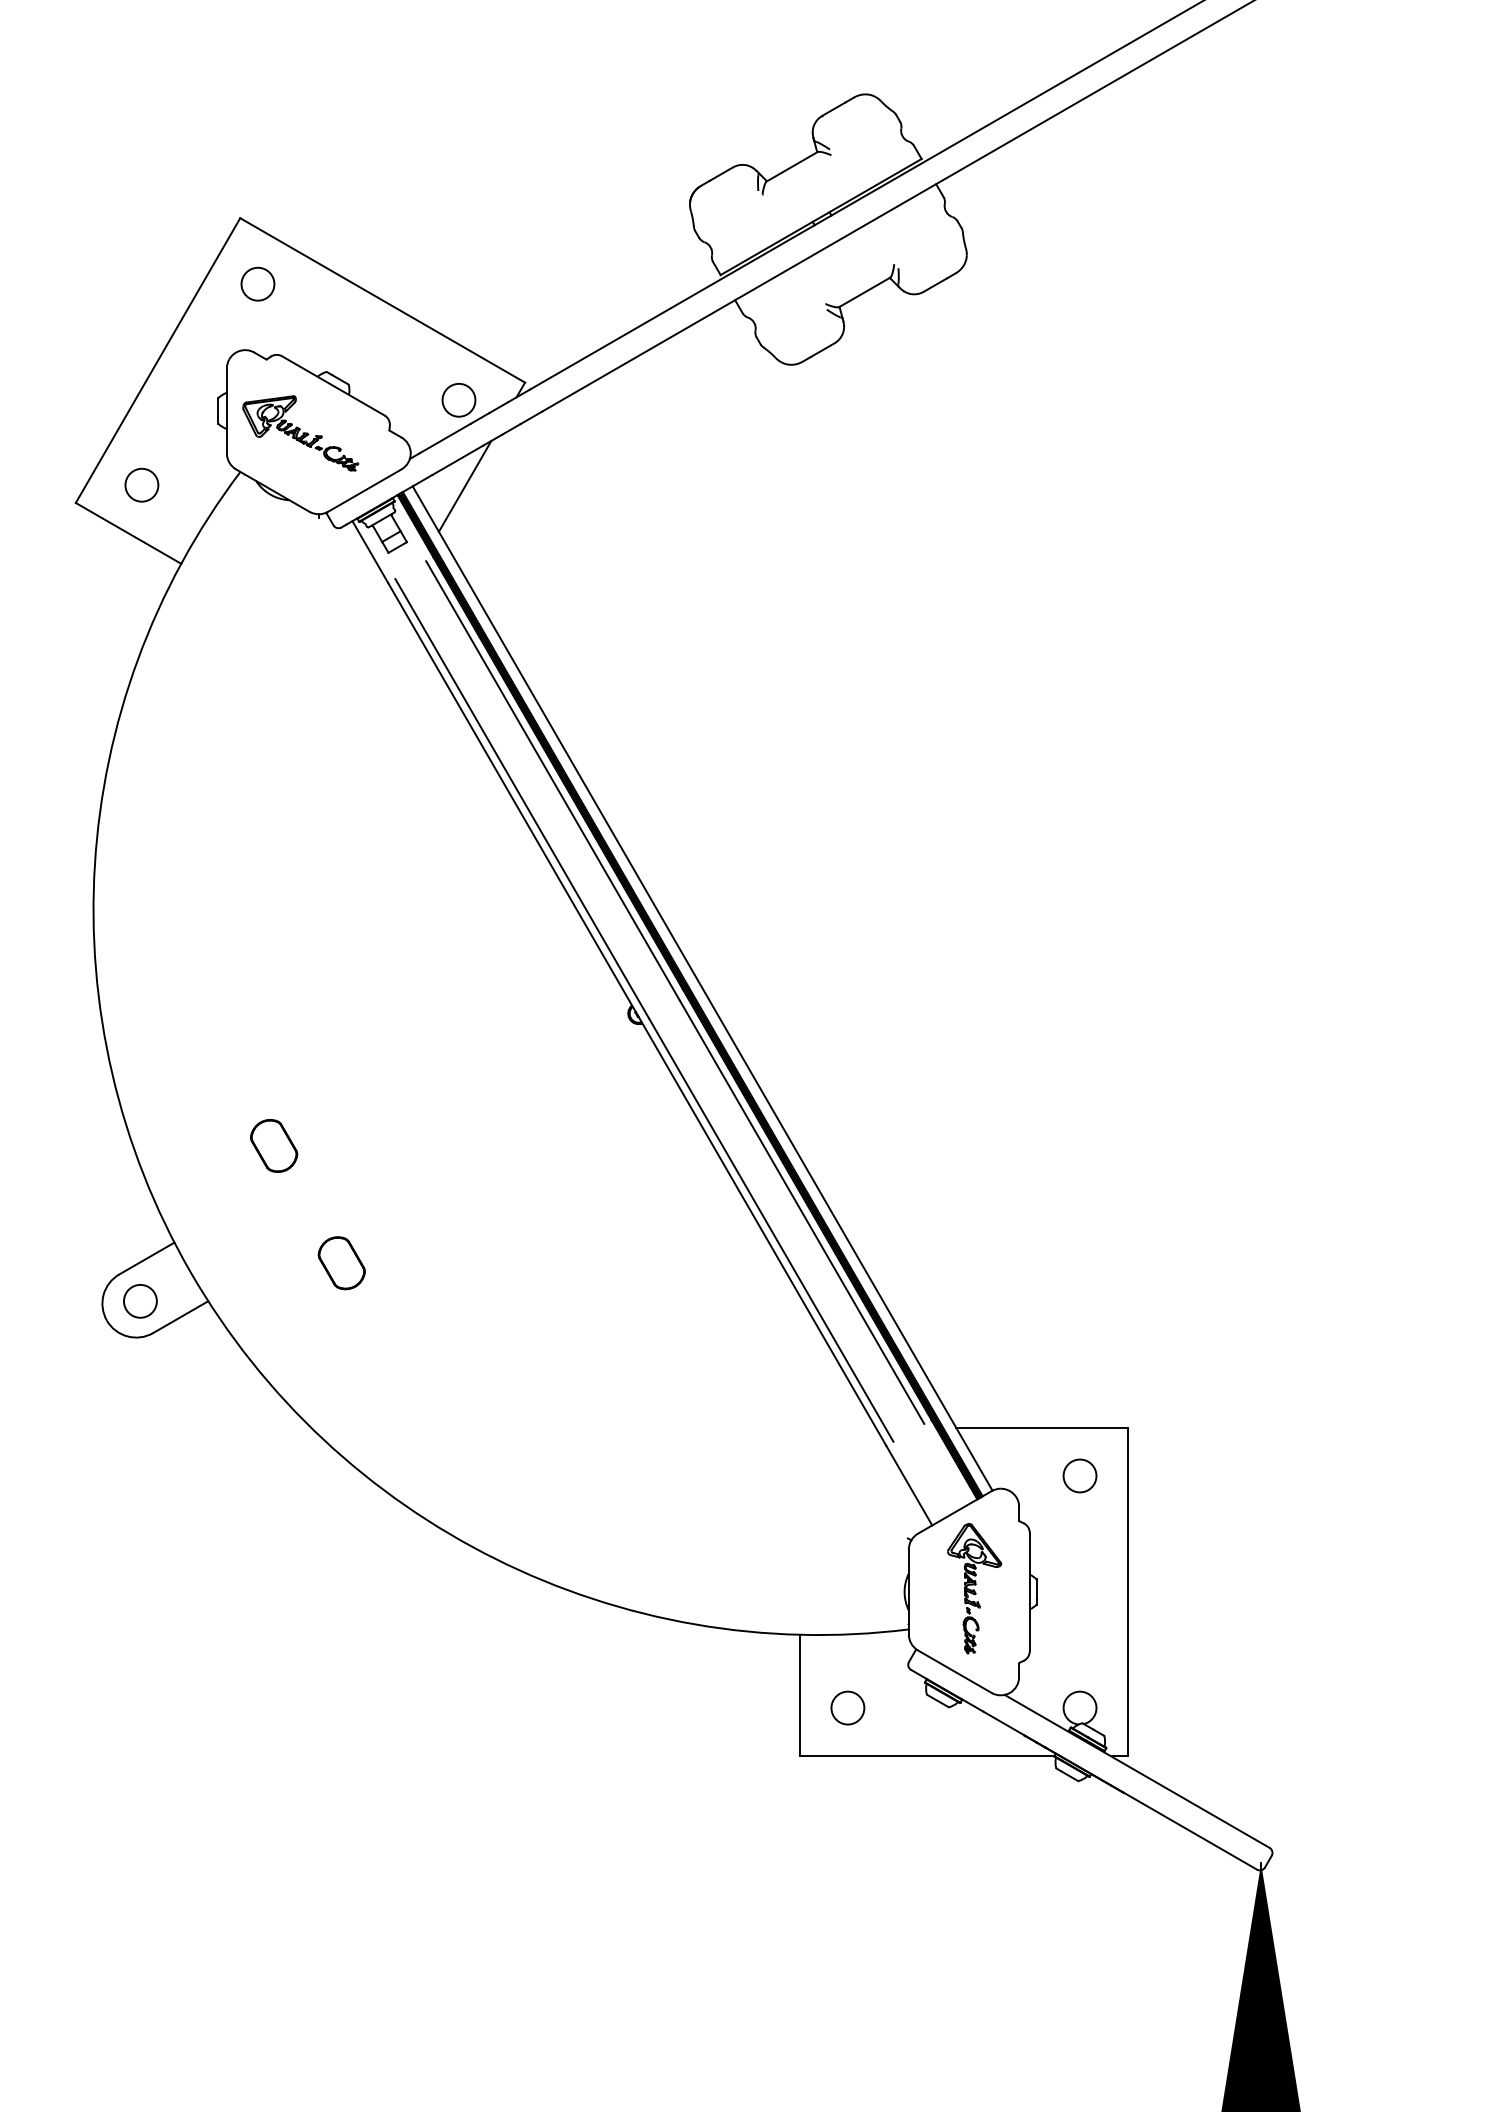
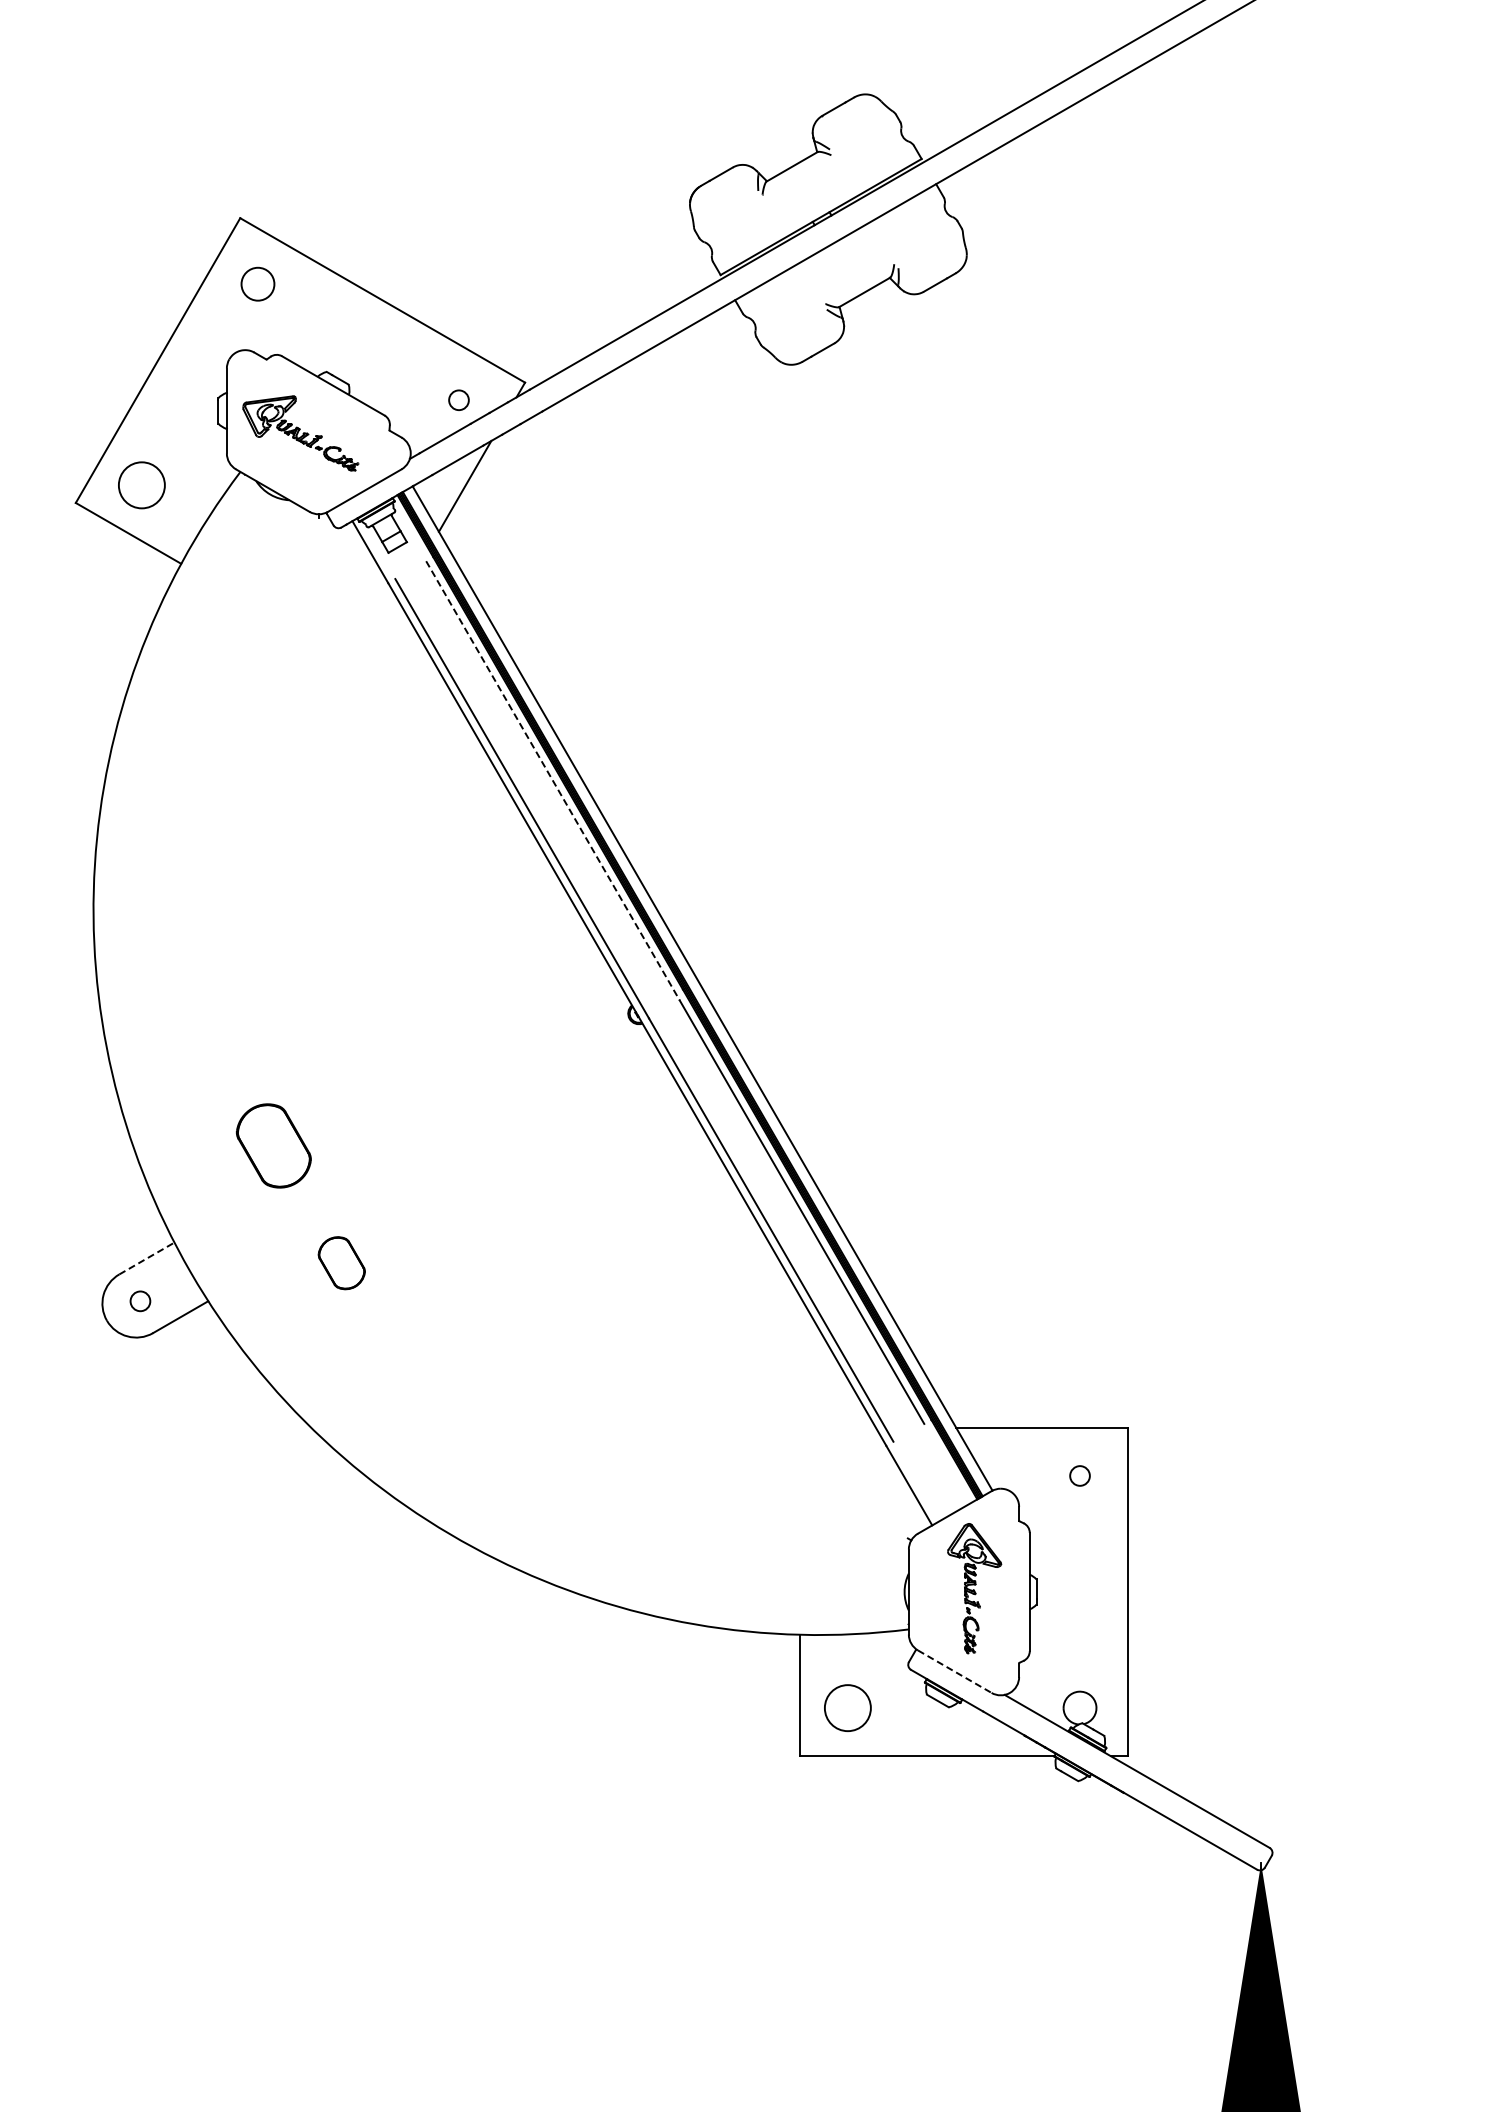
circle at (458, 399) diameter: 33 px -> 20 px
circle at (141, 484) size: 36x36 px -> 48x49 px
line at (553, 780): solid -> dashed
part at (274, 1145) size: 49x54 px -> 76x86 px
line at (146, 1258): solid -> dashed
circle at (140, 1300) diameter: 33 px -> 20 px
circle at (1079, 1475) diameter: 33 px -> 20 px
line at (955, 1671): solid -> dashed
circle at (847, 1707) size: 36x36 px -> 48x48 px
